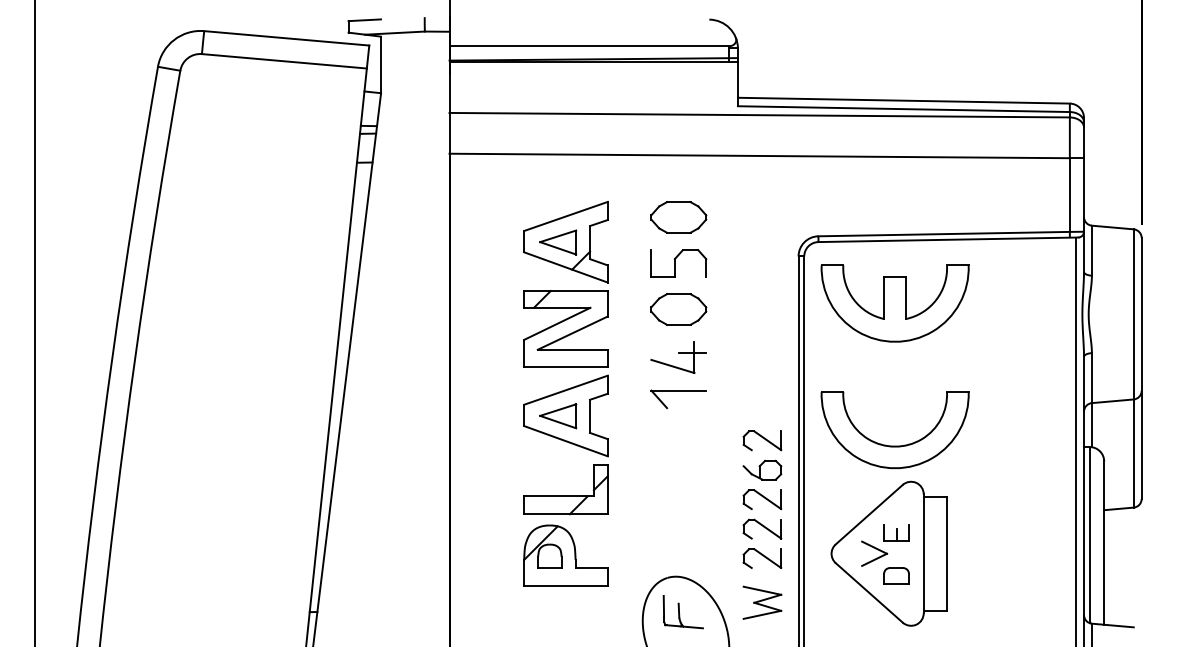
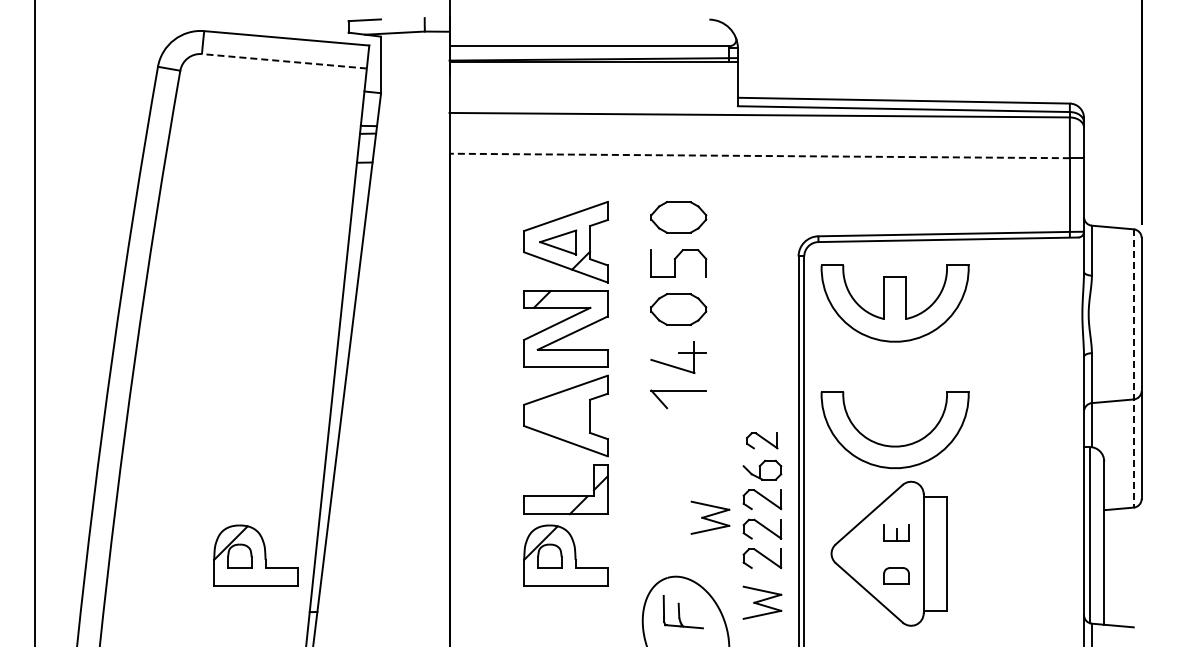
line at (284, 61): solid -> dashed
line at (759, 155): solid -> dashed
line at (1133, 368): solid -> dashed
part at (558, 416): present -> none
part at (762, 440) size: 41x22 px -> 33x18 px
line at (1075, 440): present -> none
part at (710, 517): none -> present
part at (874, 553): present -> none
part at (255, 555): none -> present
